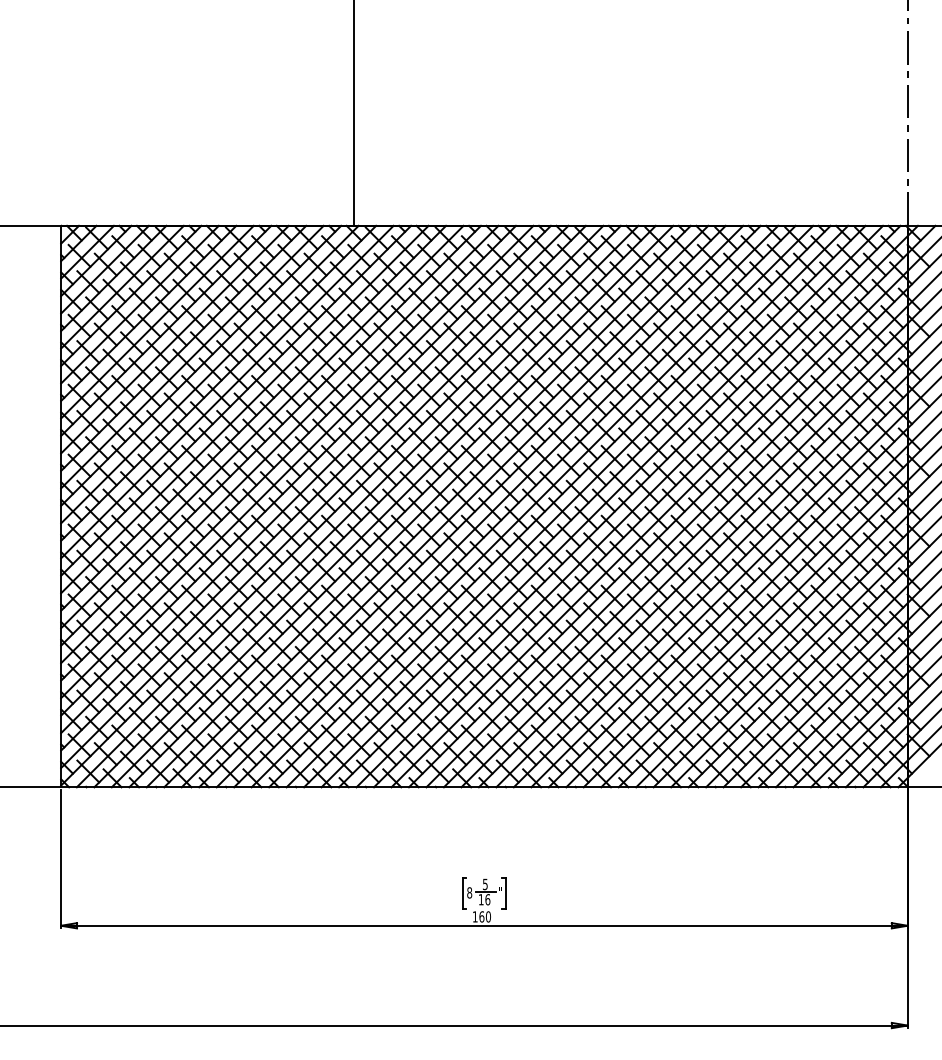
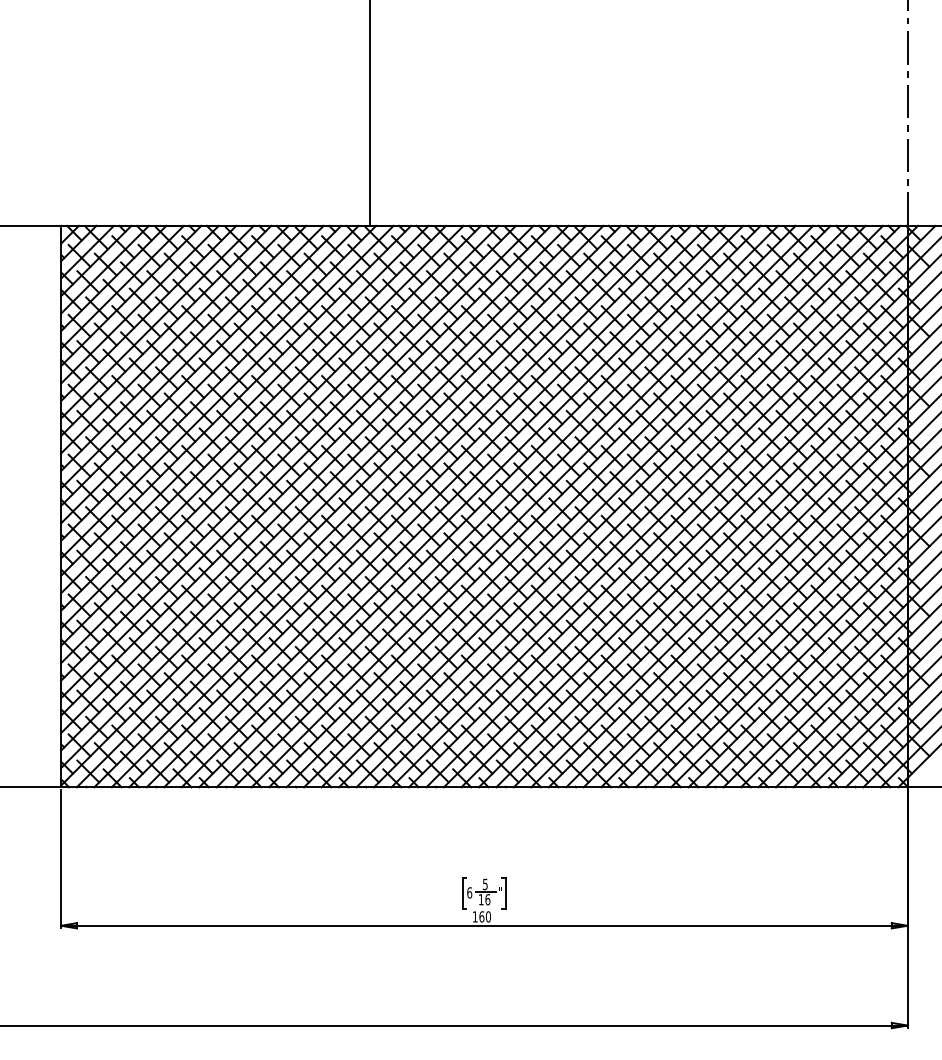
line at (354, 113) position: (354, 113) -> (370, 113)
text at (469, 892): 8 -> 6
